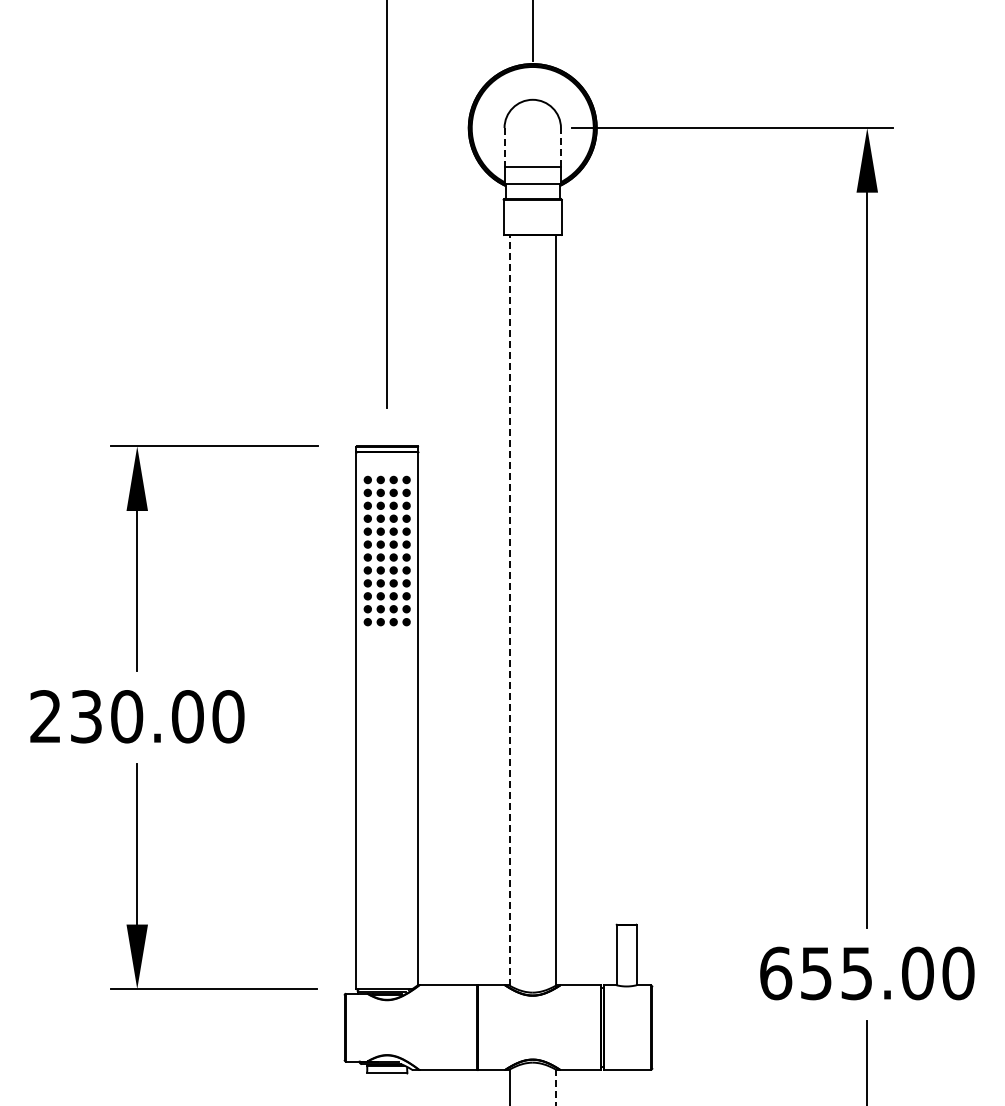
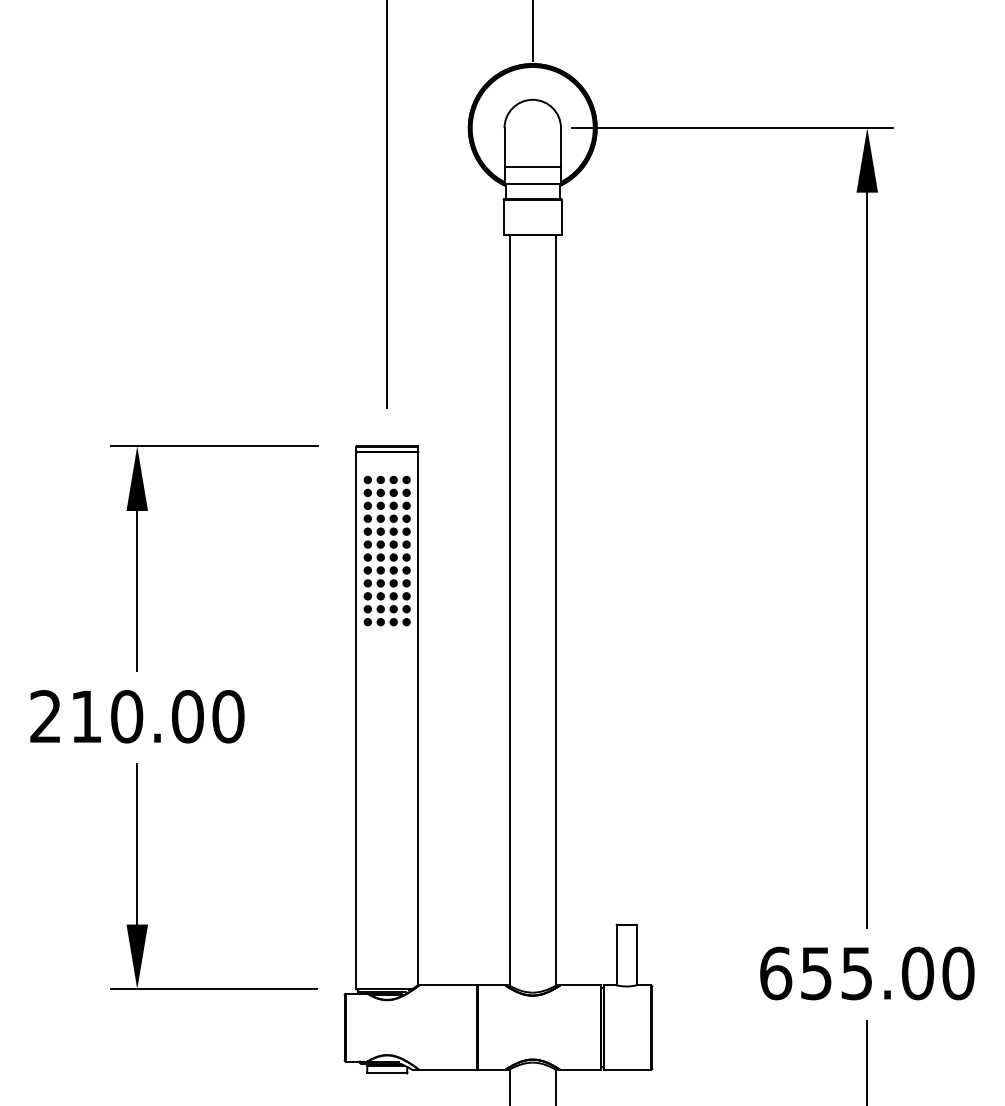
line at (560, 146): dashed -> solid
line at (504, 147): dashed -> solid
line at (509, 609): dashed -> solid
text at (86, 716): 230.00 -> 210.00
line at (556, 1087): dashed -> solid
